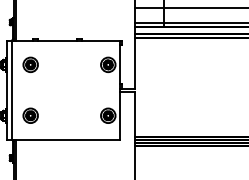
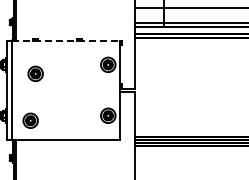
line at (66, 40): solid -> dashed
part at (30, 64) position: (30, 64) -> (35, 73)
part at (30, 115) position: (30, 115) -> (30, 120)
